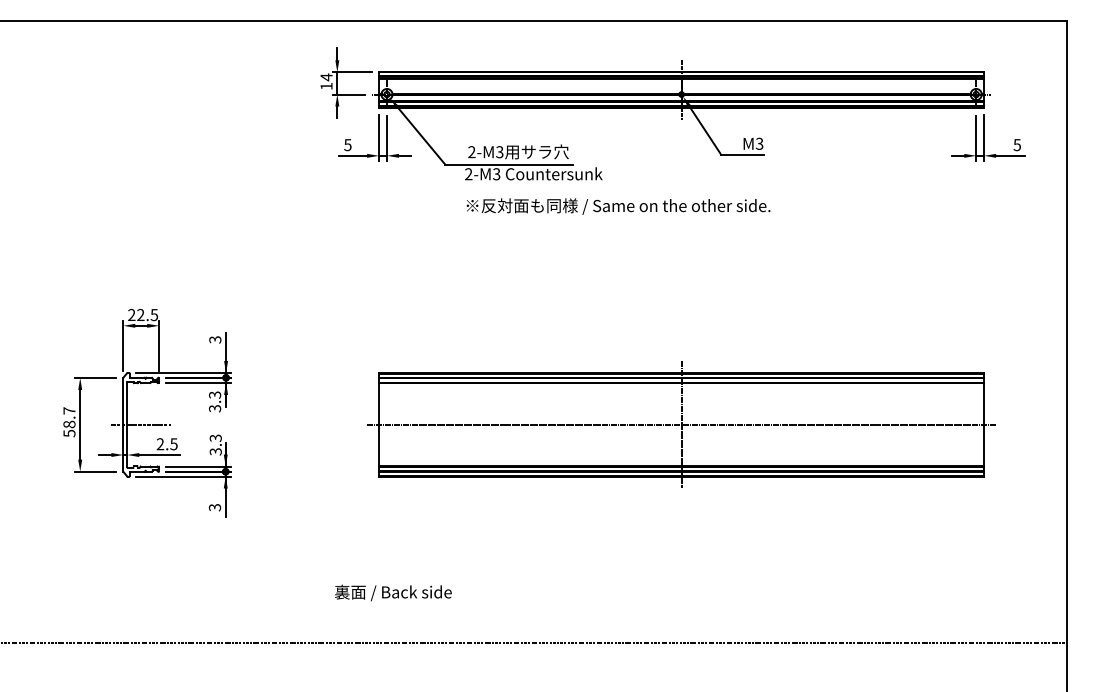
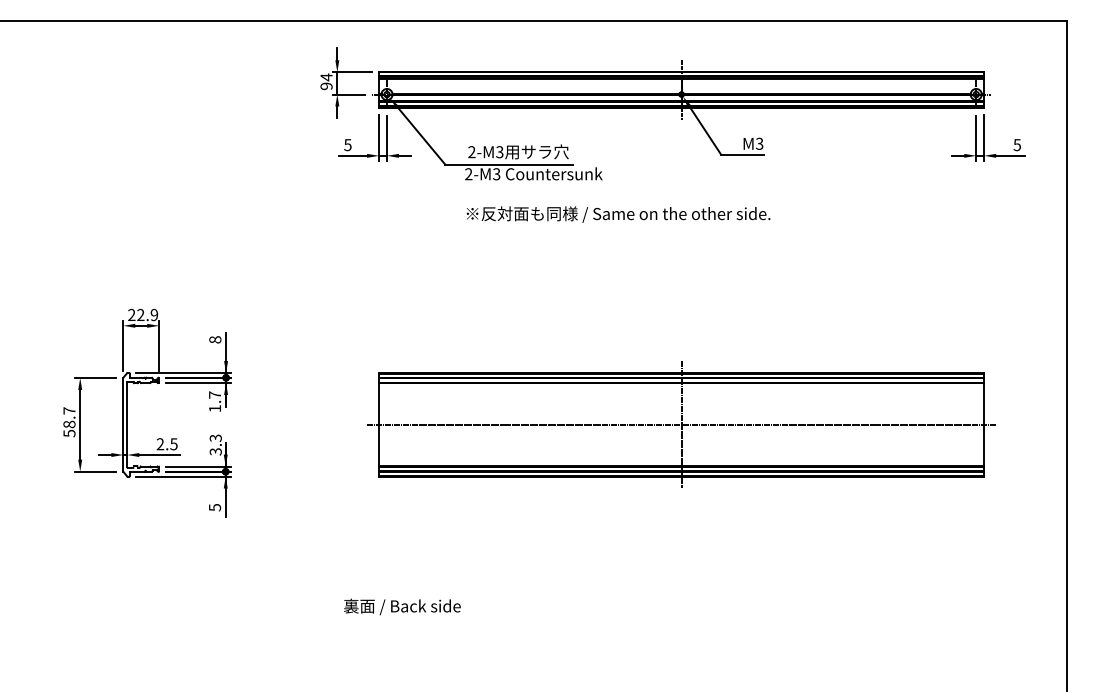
text at (326, 86): 14 -> 94
text at (618, 206) position: (618, 206) -> (618, 214)
text at (154, 314): 22.5 -> 22.9
text at (215, 339): 3 -> 8
text at (215, 401): 3.3 -> 1.7
line at (141, 424): present -> none
text at (214, 507): 3 -> 5
text at (393, 592) position: (393, 592) -> (402, 606)
line at (534, 643): present -> none
